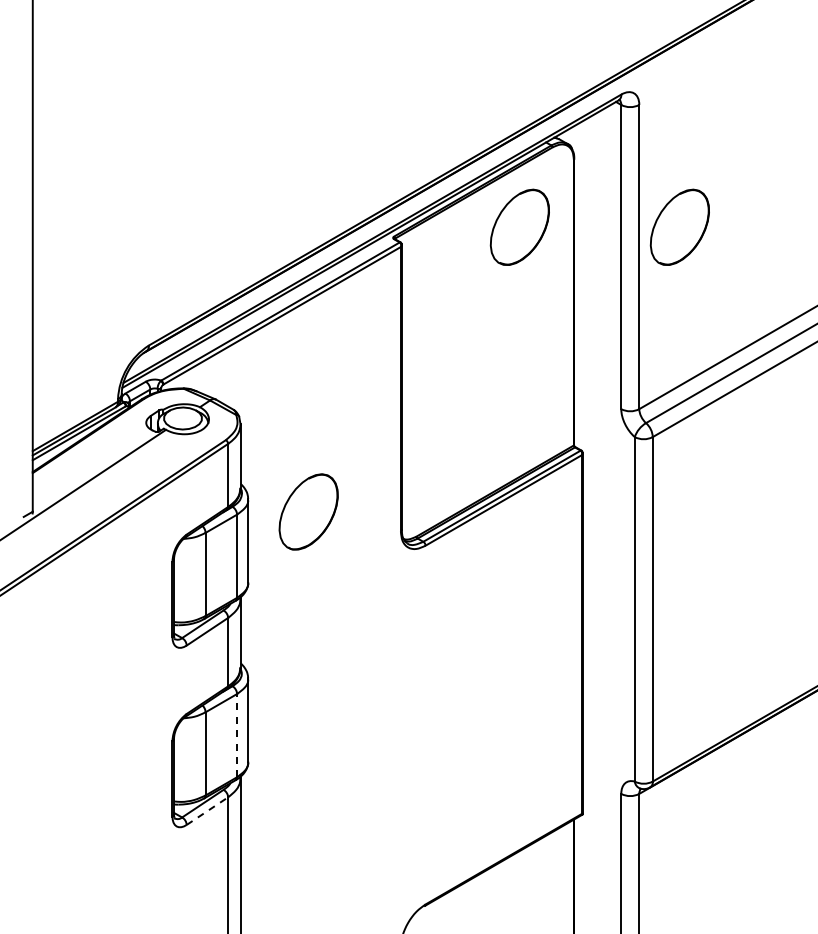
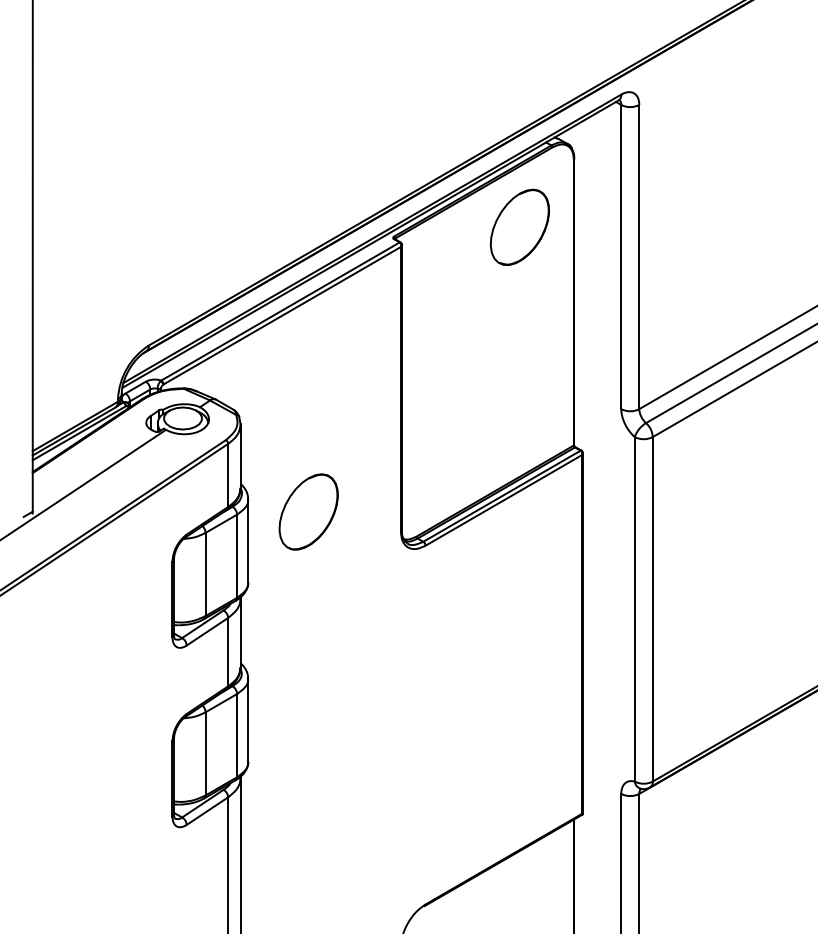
part at (679, 226): present -> none
line at (237, 735): dashed -> solid
line at (207, 811): dashed -> solid
